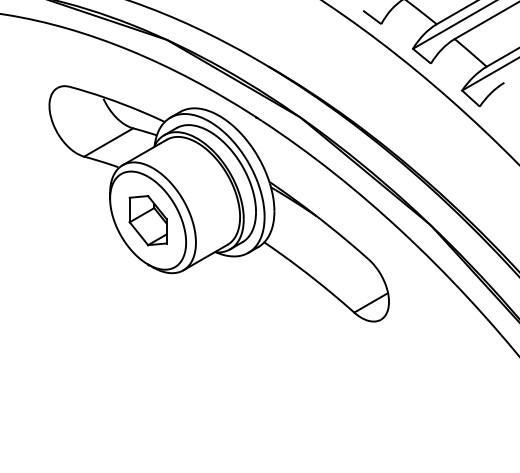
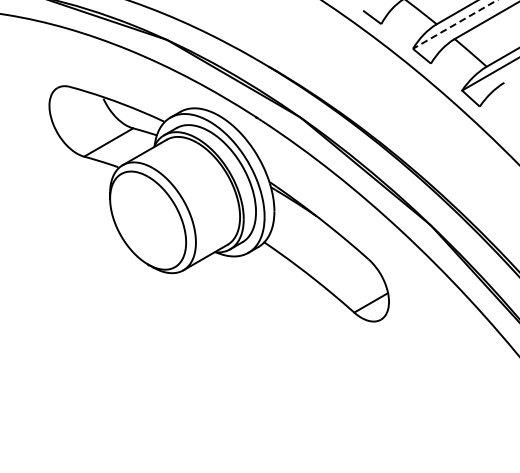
line at (454, 24): solid -> dashed
part at (147, 220): present -> none
